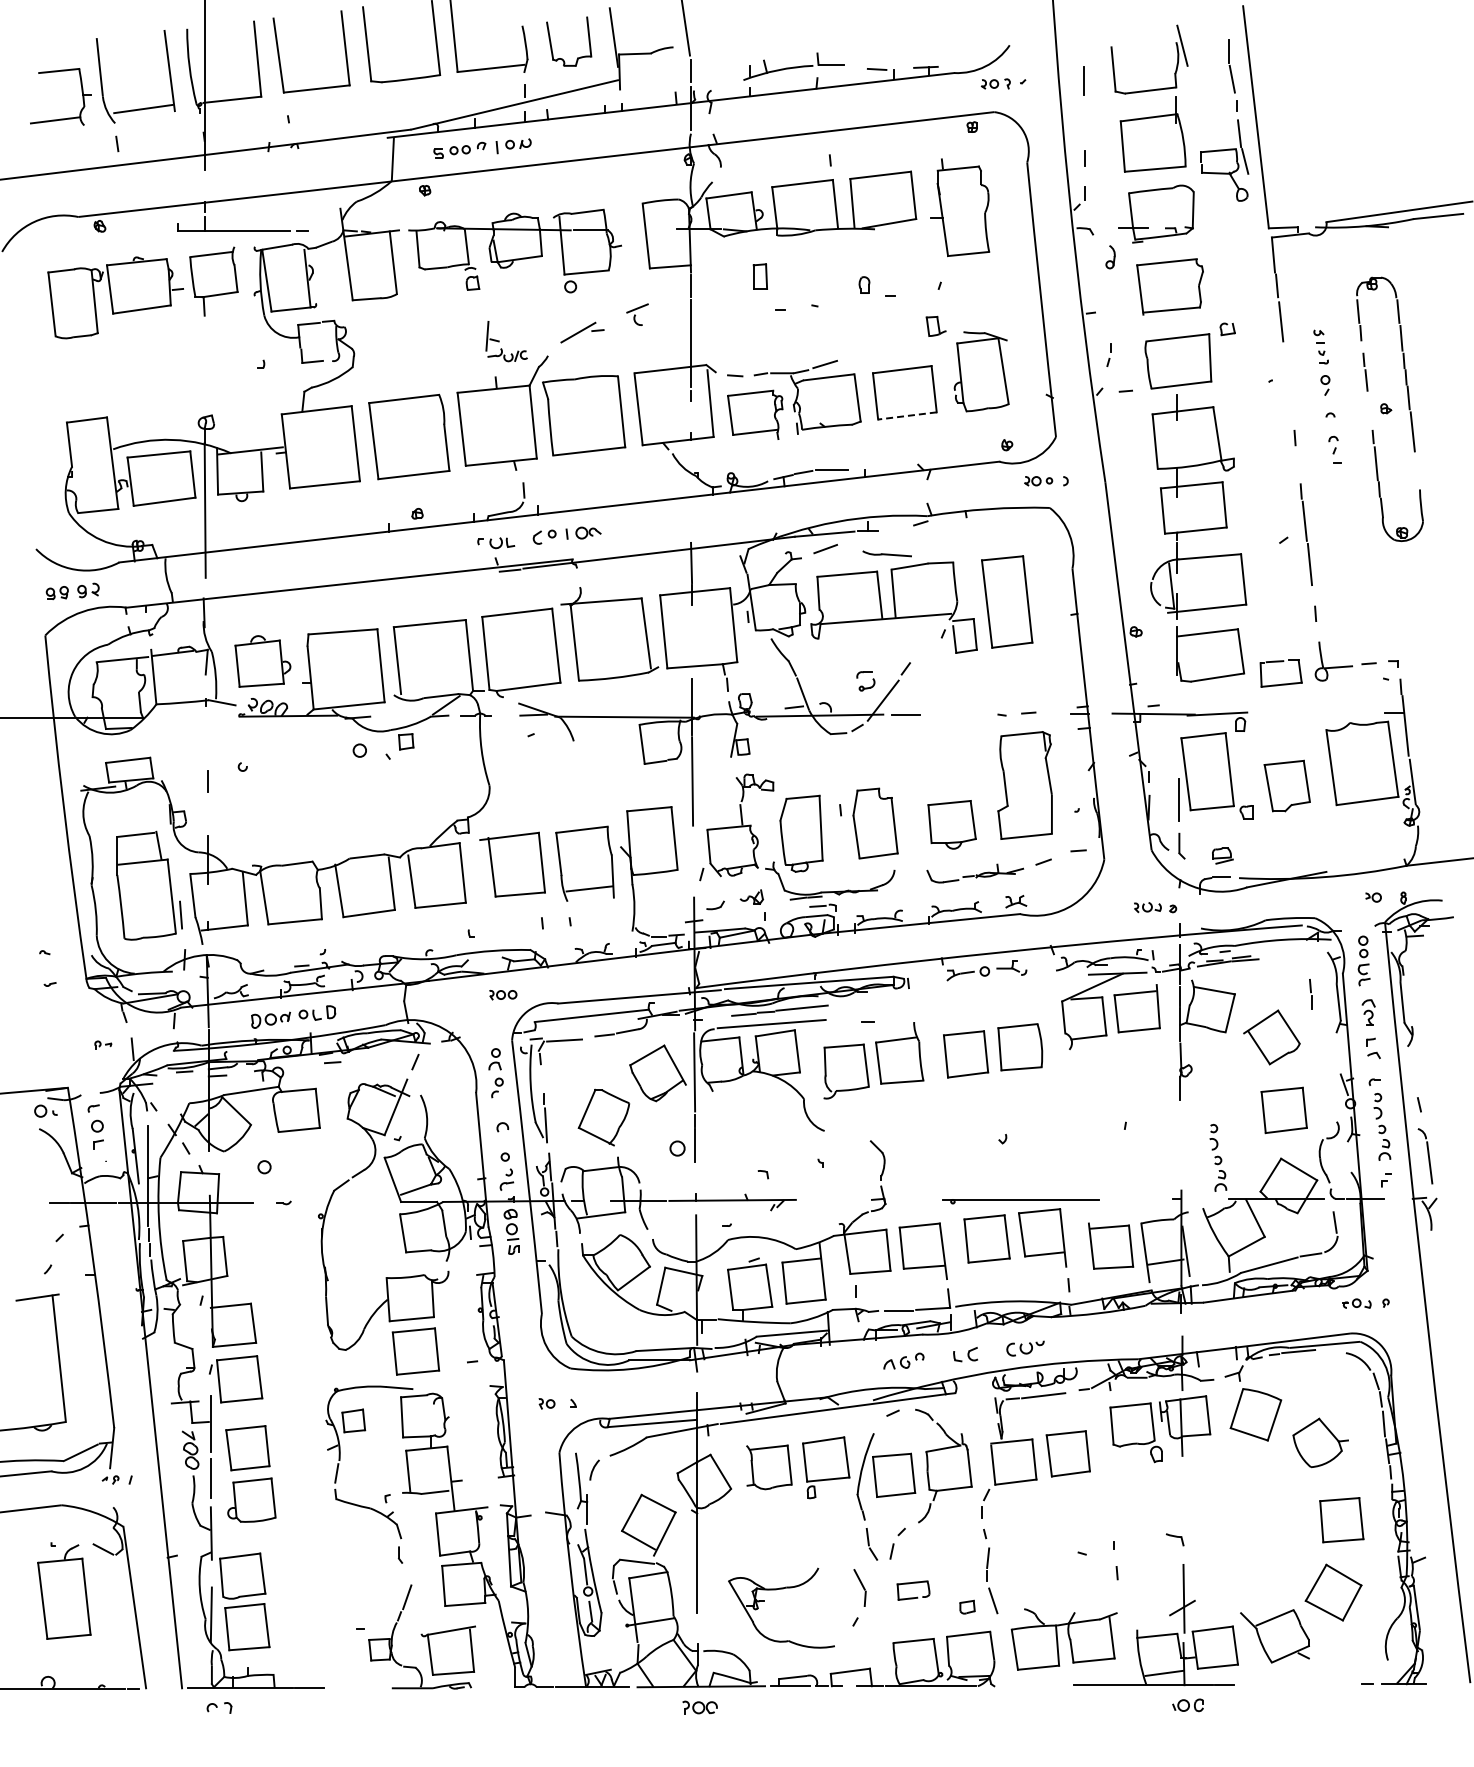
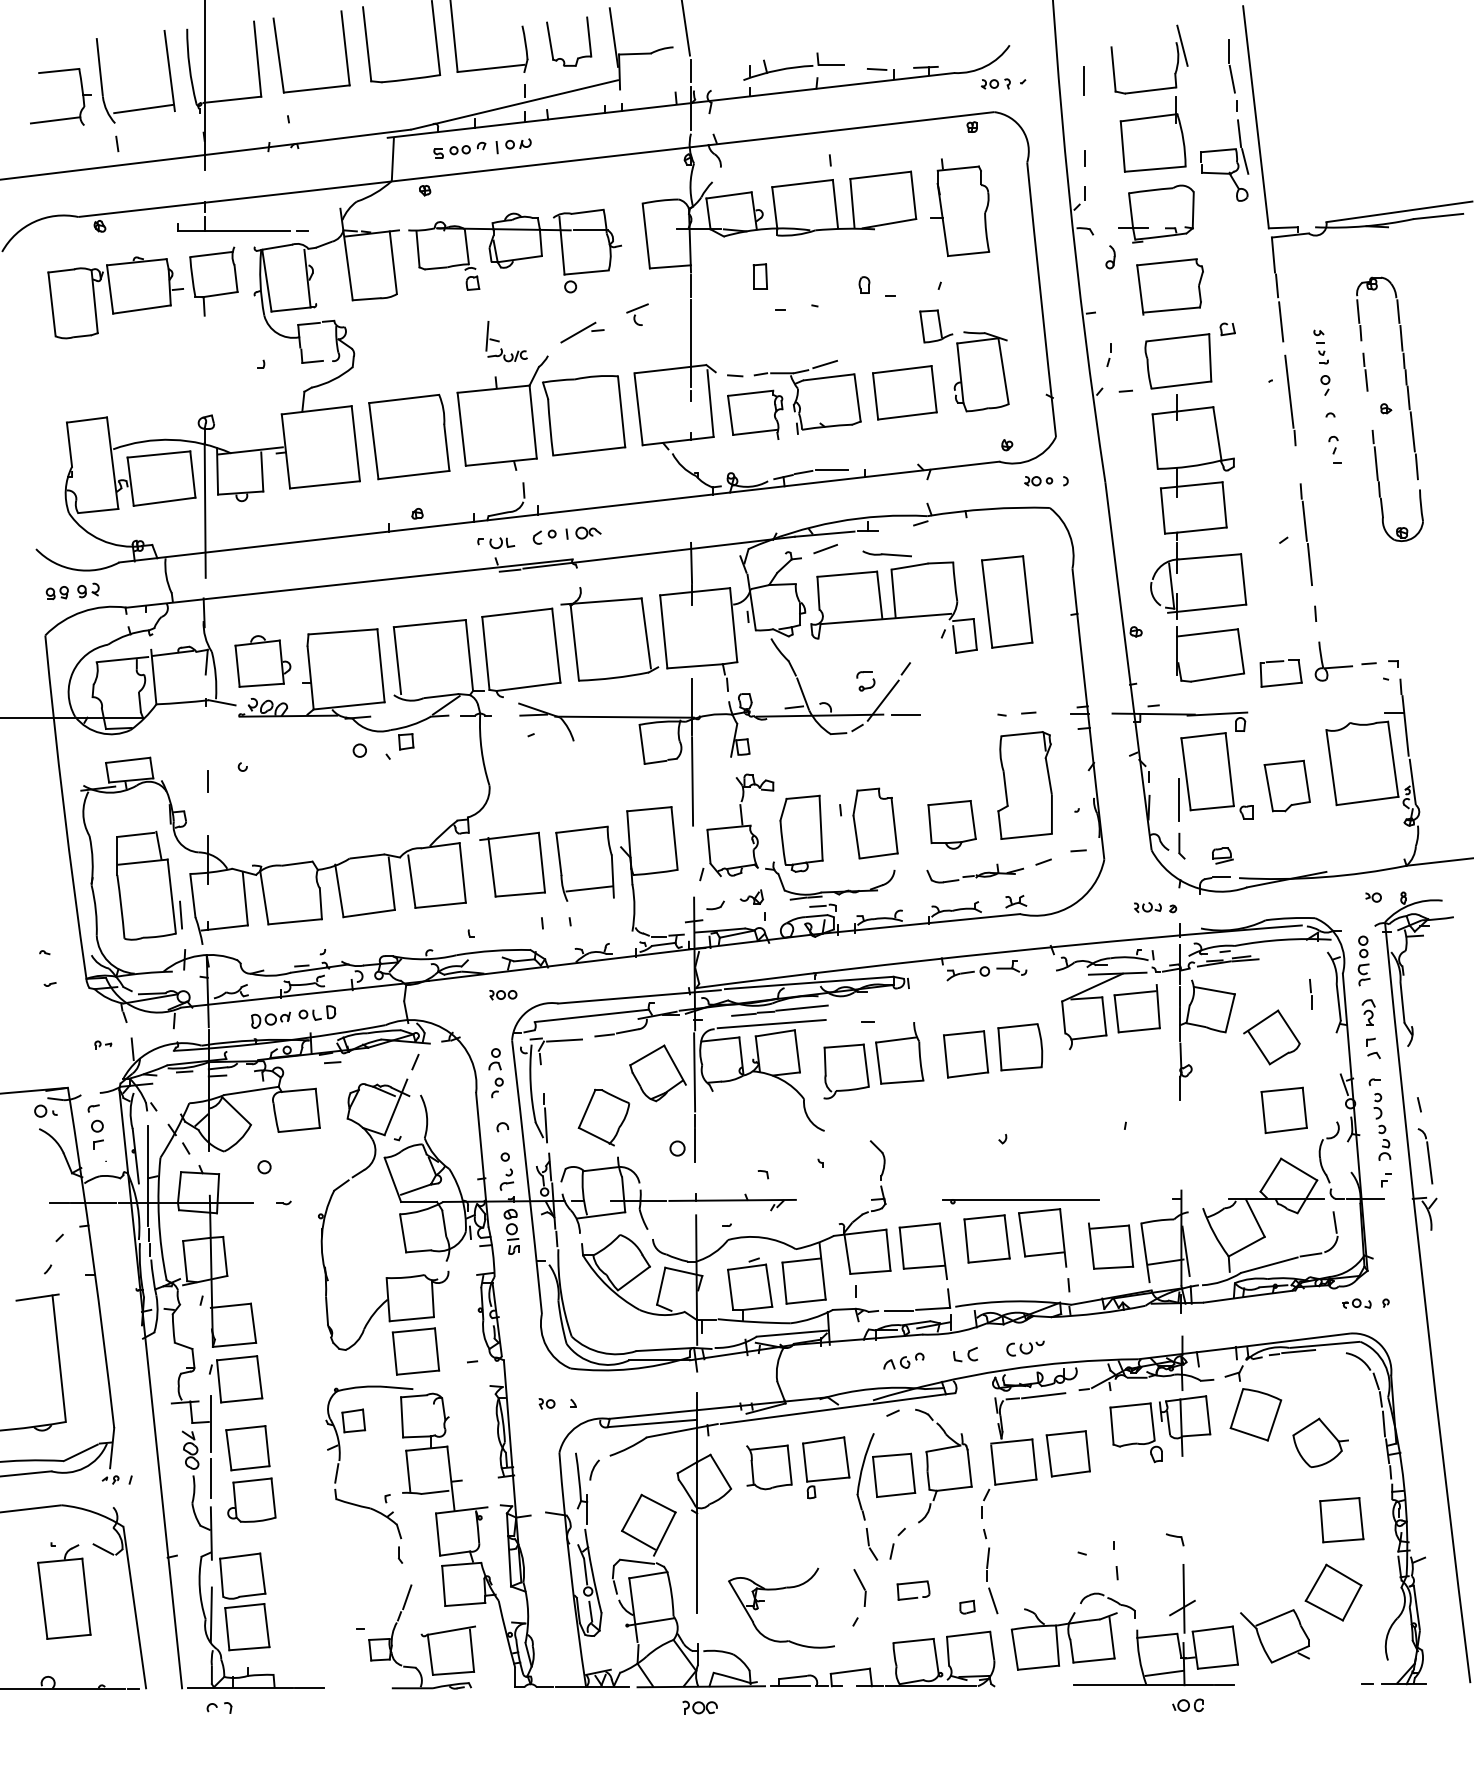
part at (935, 325) size: 22x22 px -> 35x35 px
line at (1289, 391): none -> present
line at (907, 415): dashed -> solid
line at (1416, 466): none -> present
part at (1218, 1157): present -> none
part at (1108, 1599): none -> present
